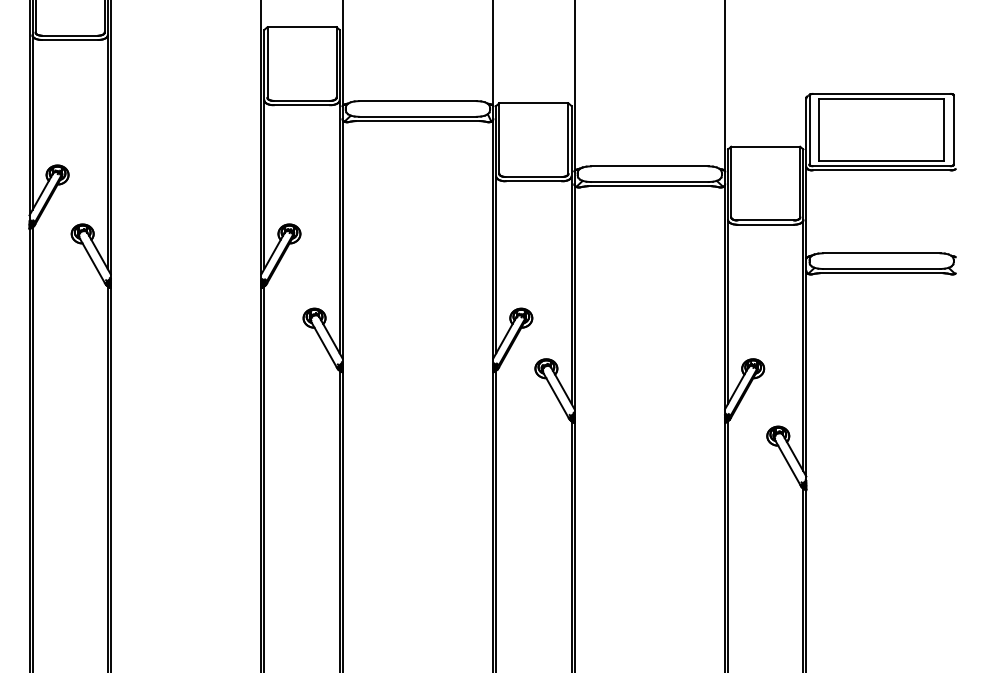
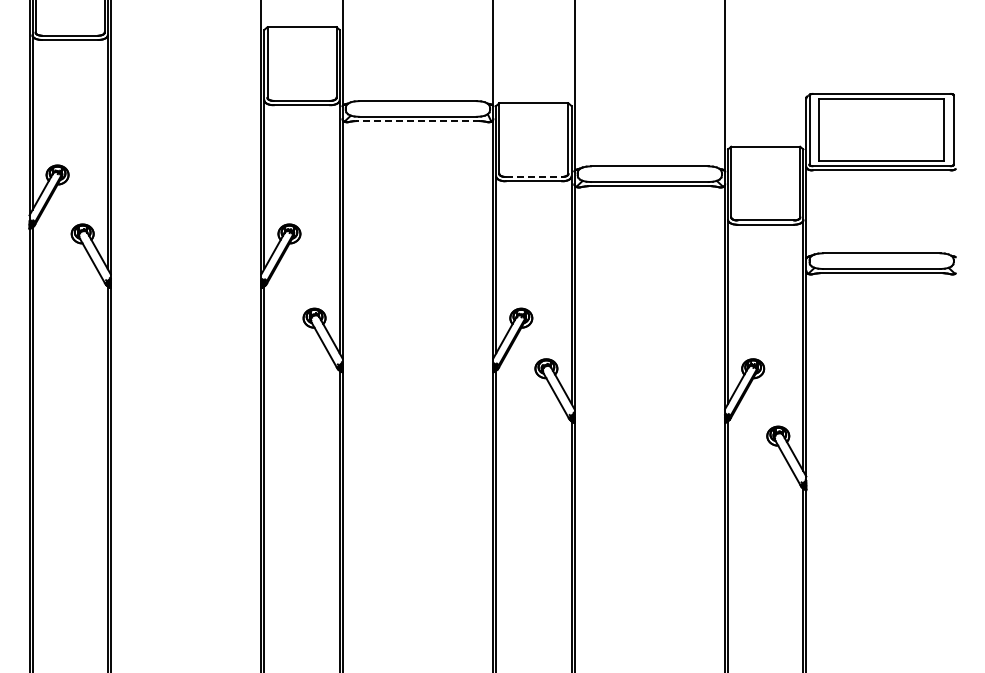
line at (417, 121): solid -> dashed
line at (534, 176): solid -> dashed
